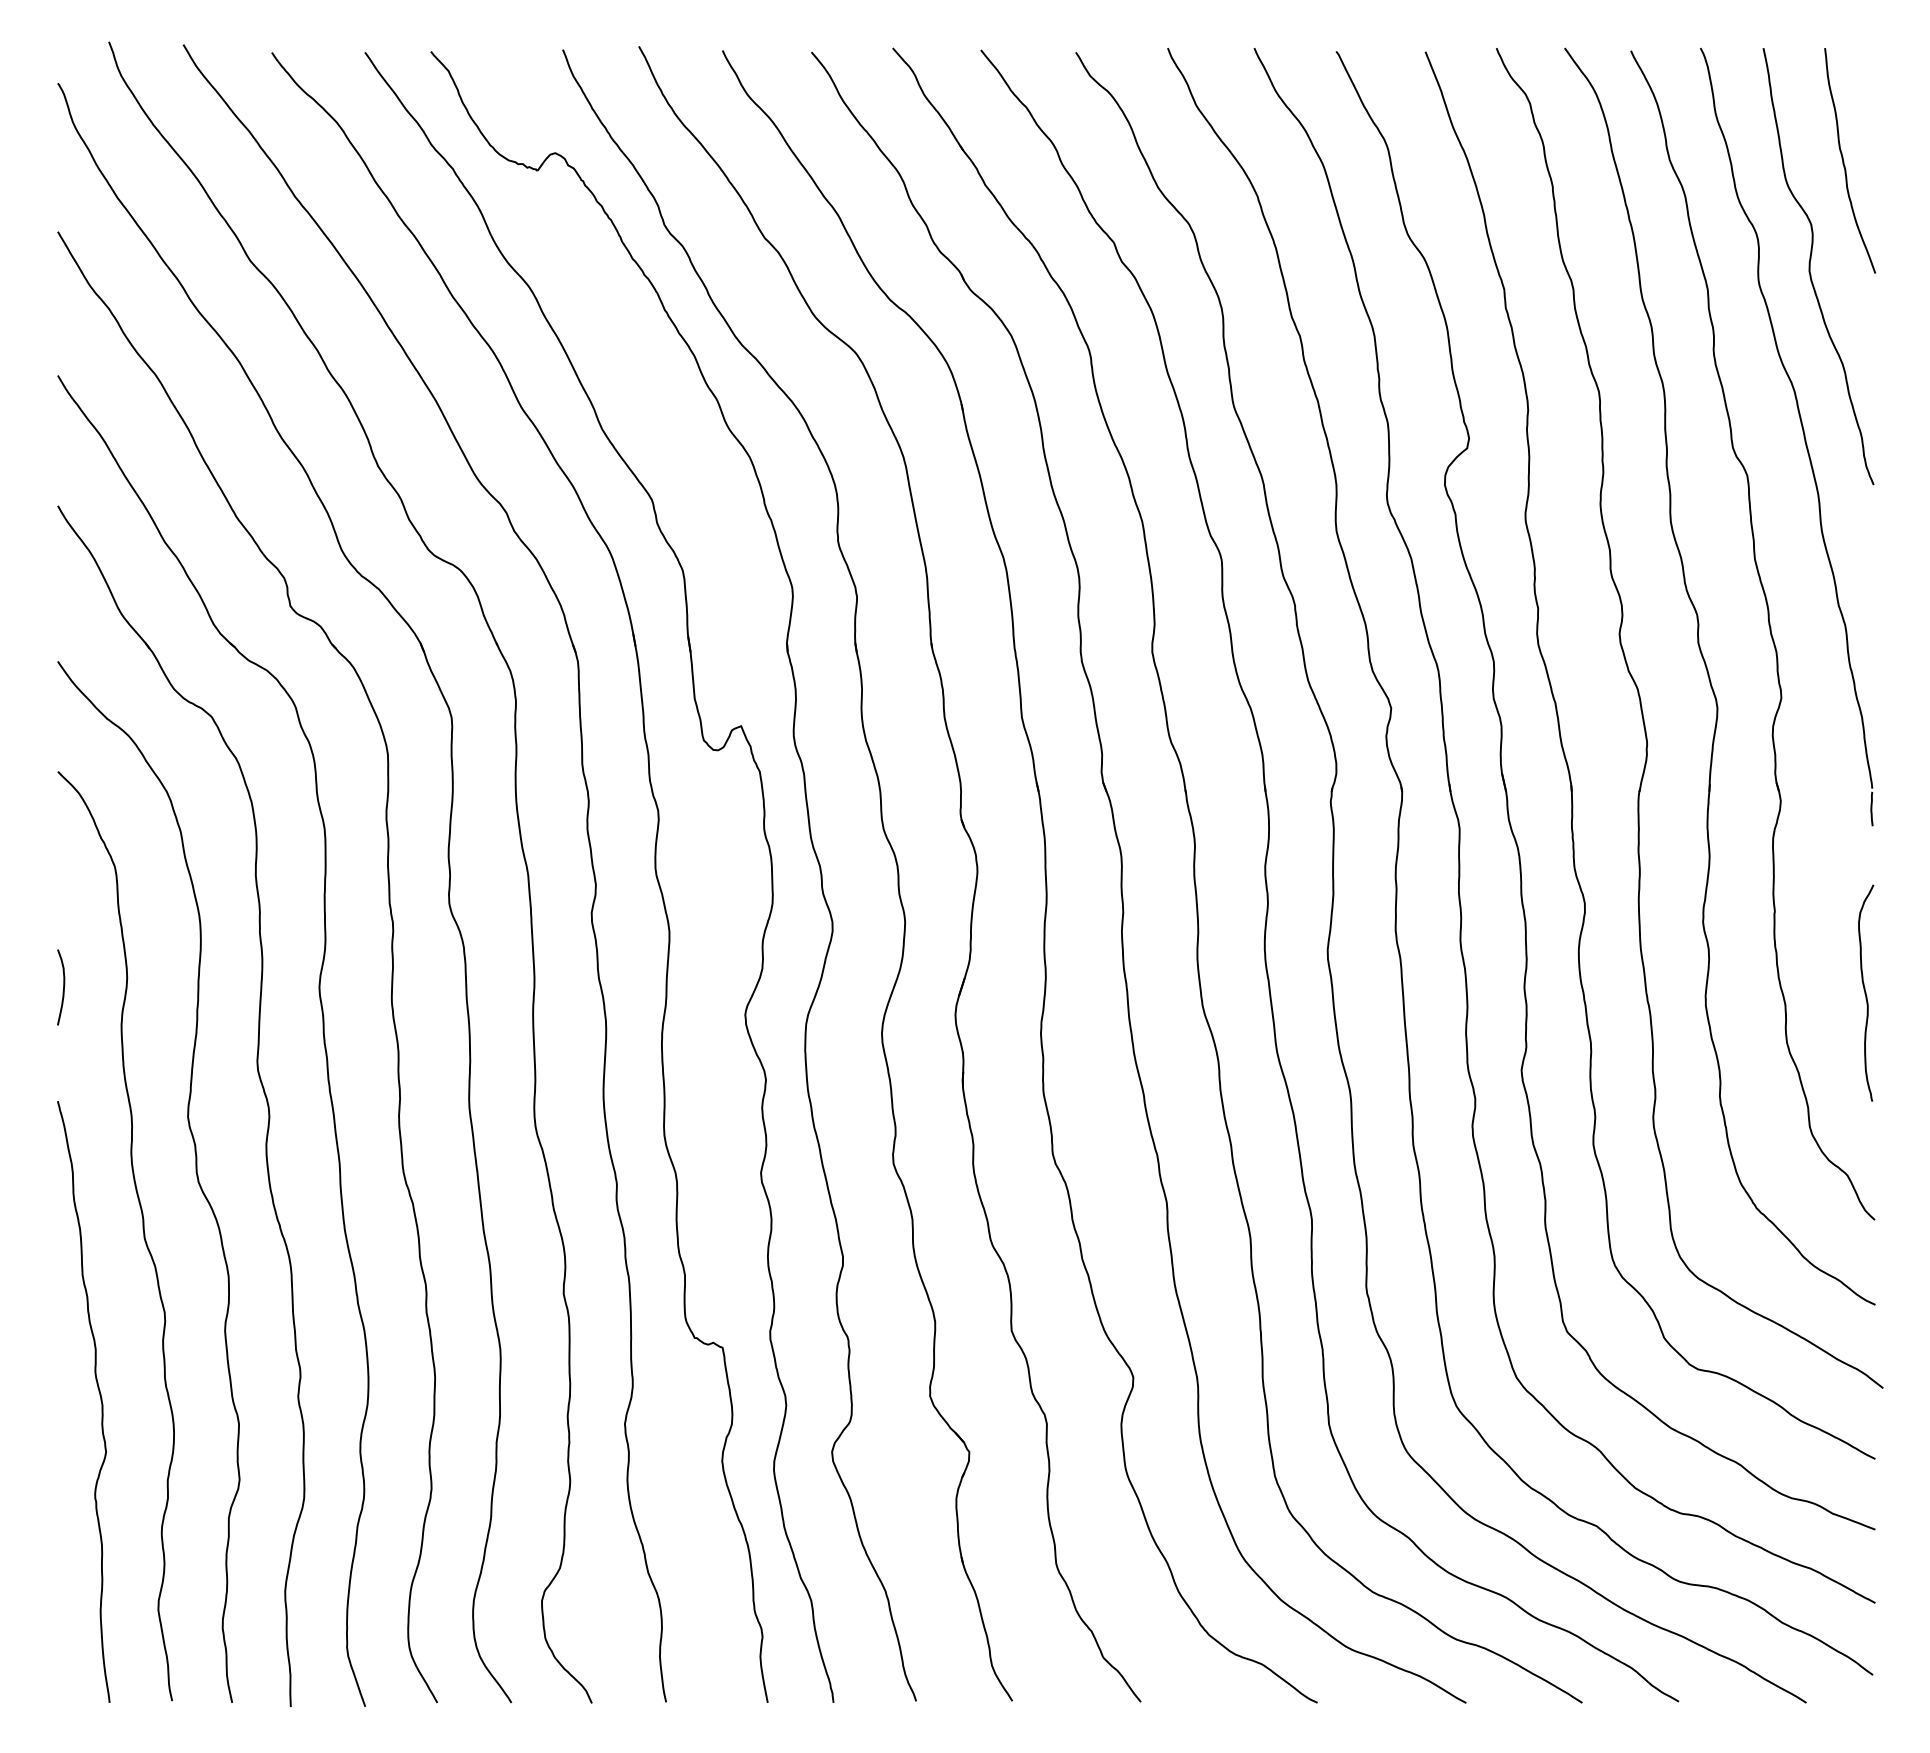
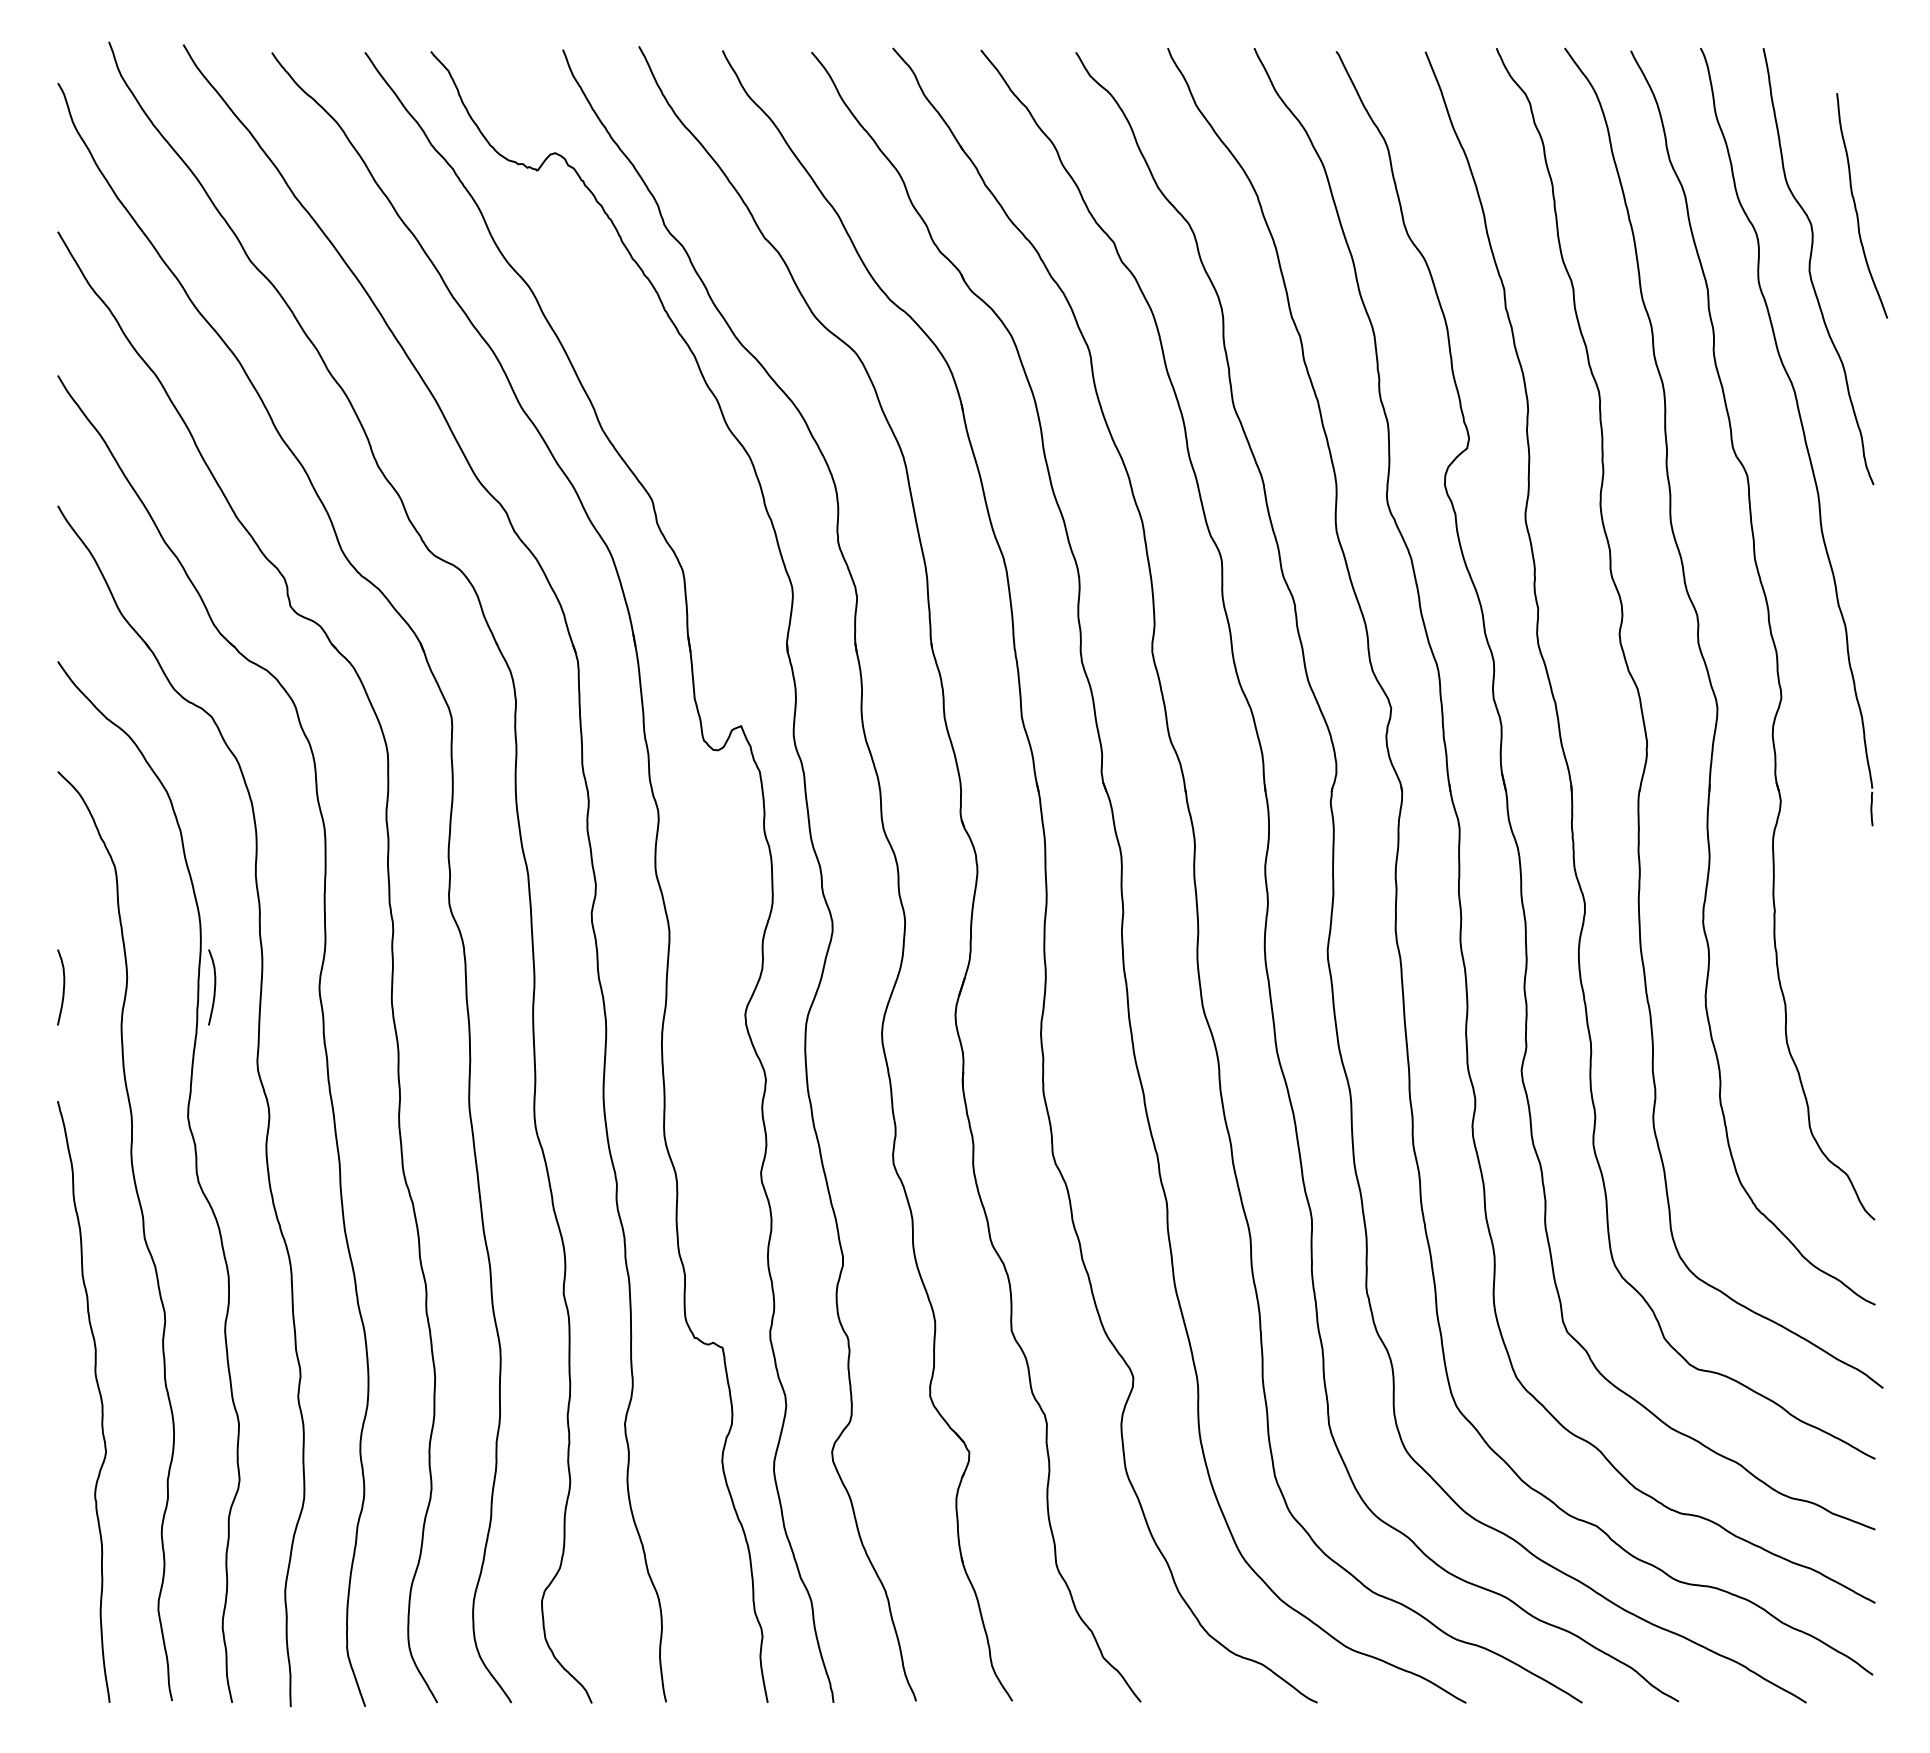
curve at (1844, 161) position: (1844, 161) -> (1856, 206)
curve at (214, 987): none -> present
curve at (1866, 992): present -> none
